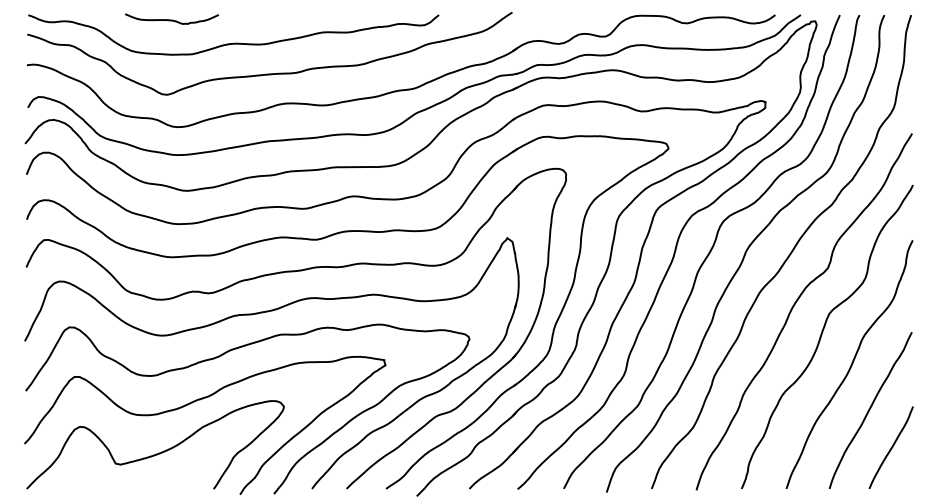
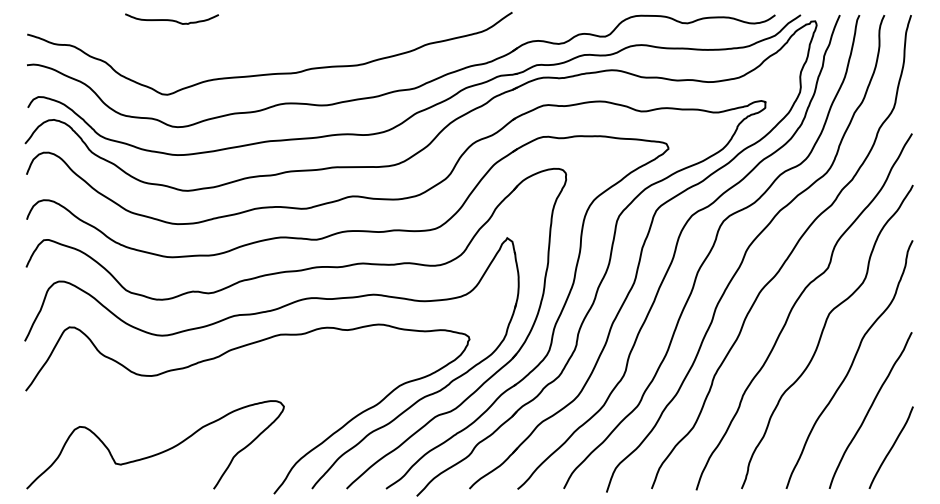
curve at (233, 42): present -> none
curve at (200, 400): present -> none
